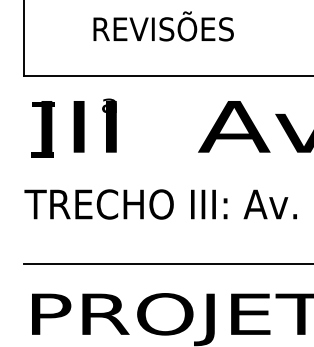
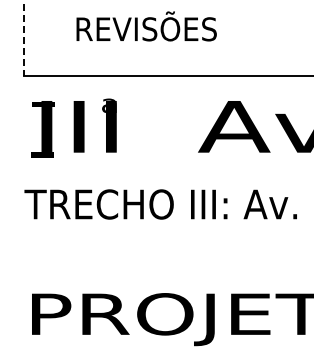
text at (163, 26) position: (163, 26) -> (146, 26)
line at (23, 38): solid -> dashed
line at (166, 264): present -> none
